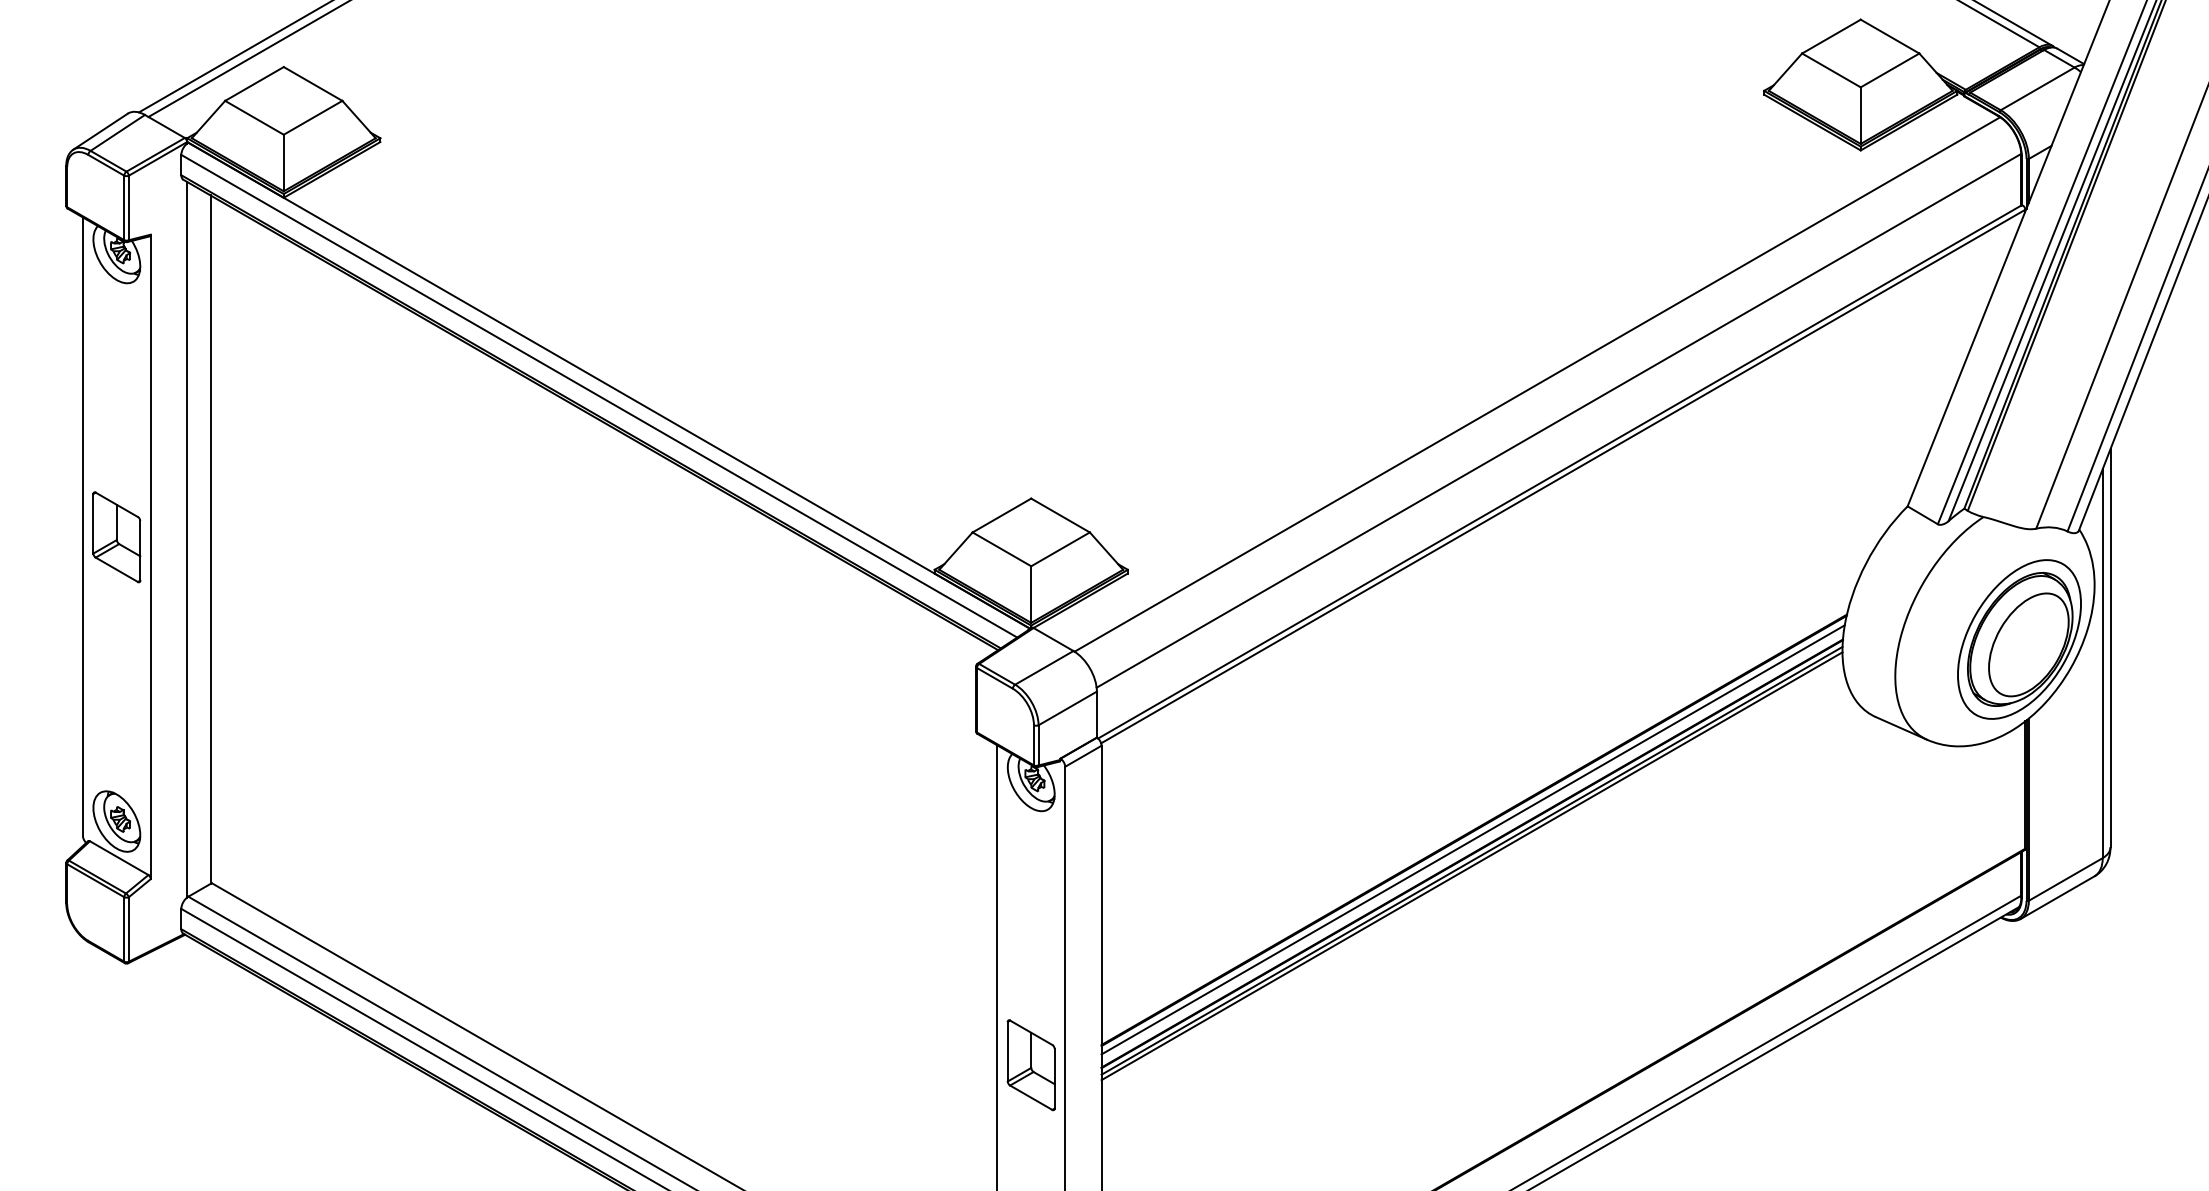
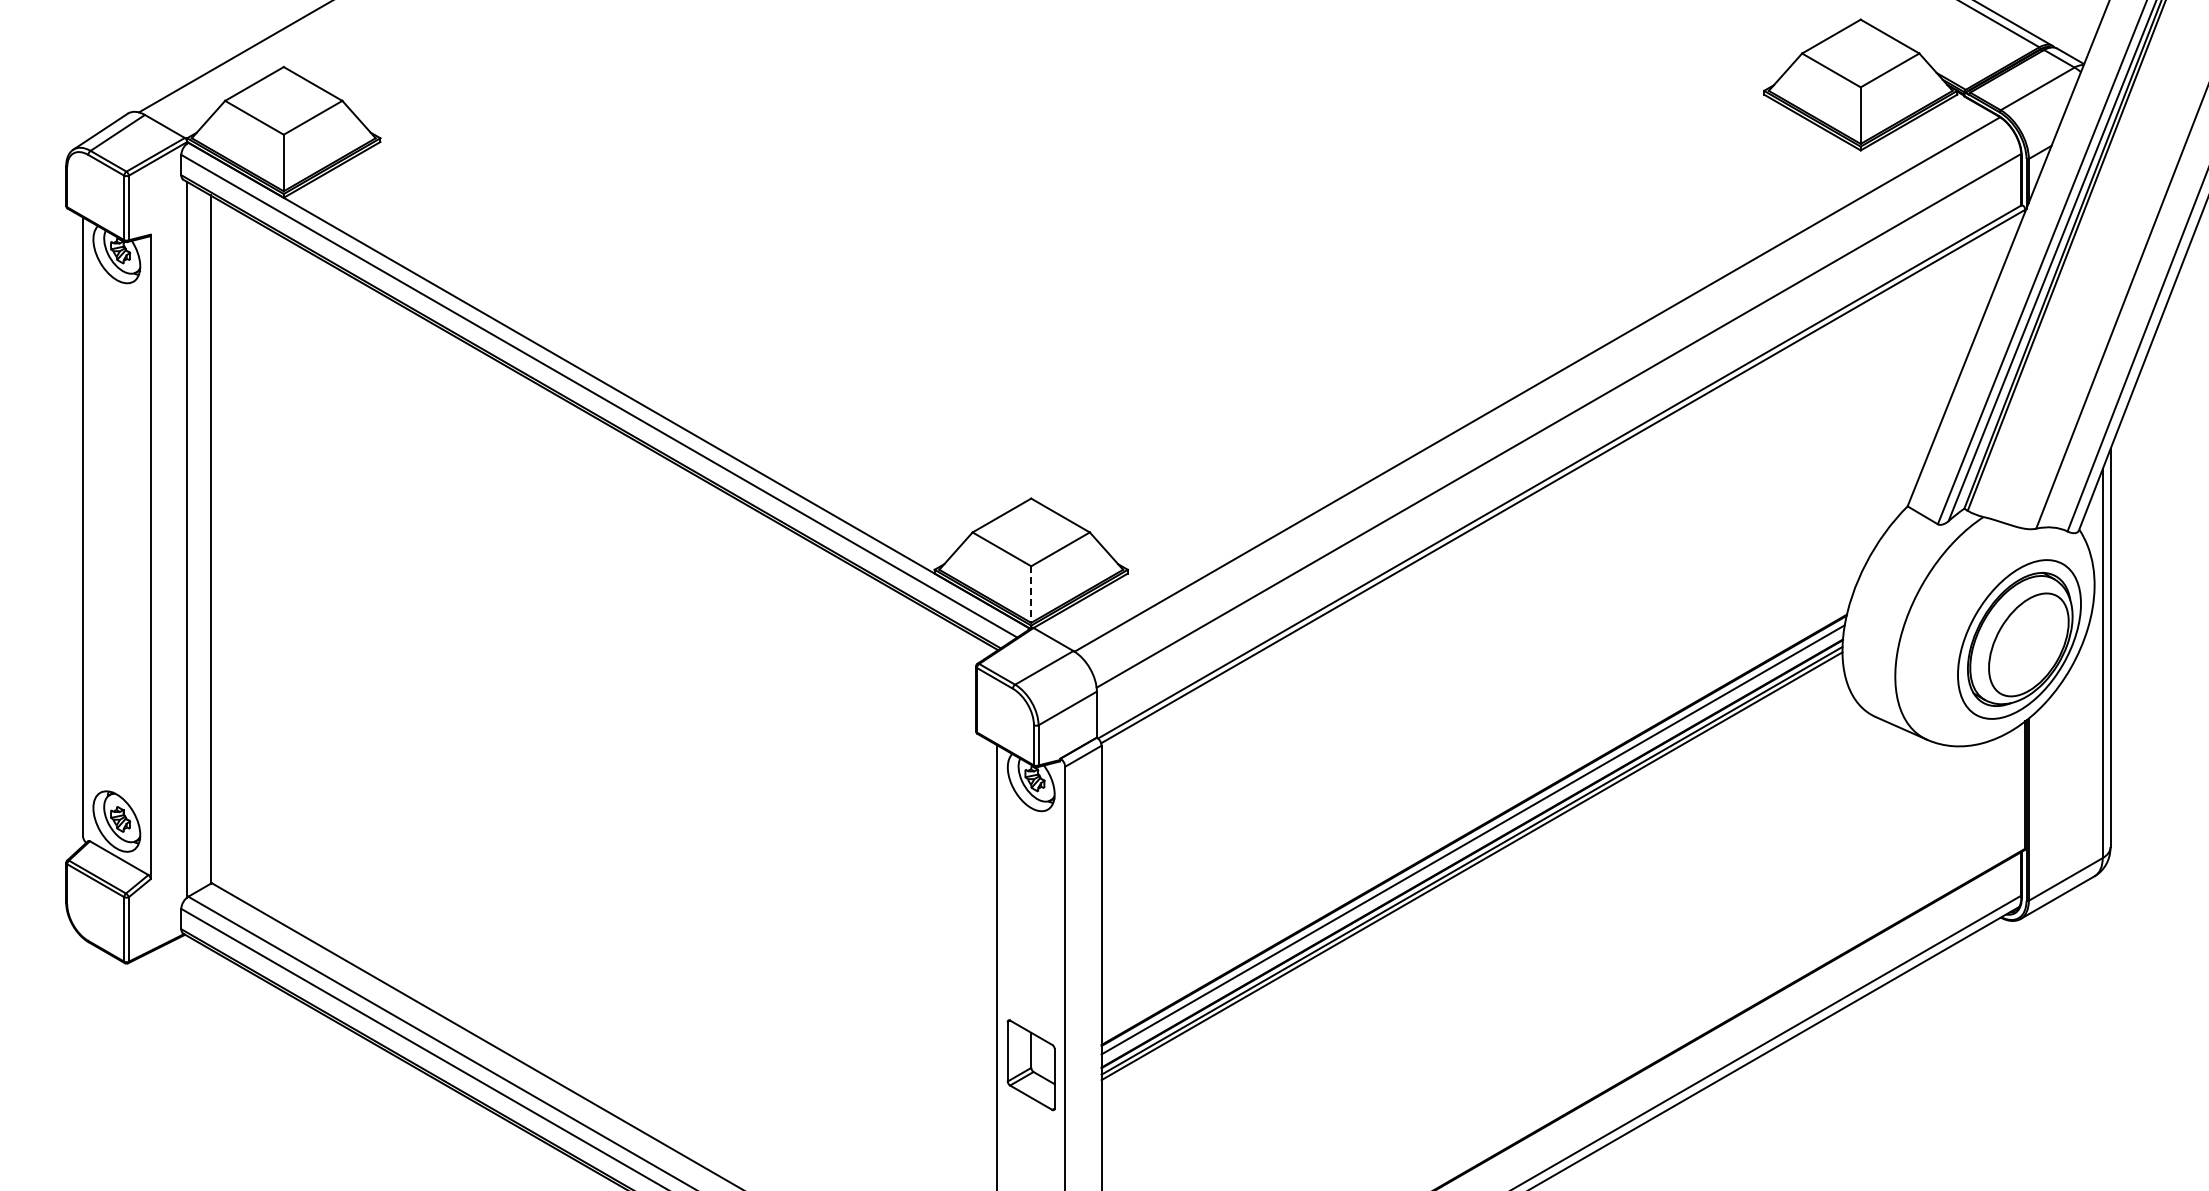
line at (247, 59): present -> none
part at (116, 537): present -> none
line at (1031, 595): solid -> dashed
